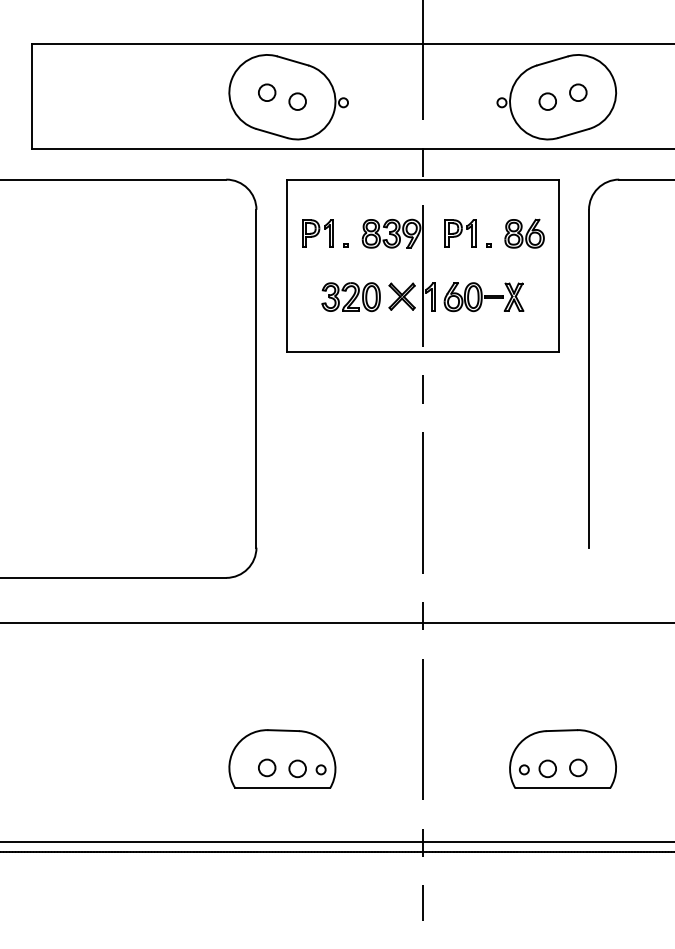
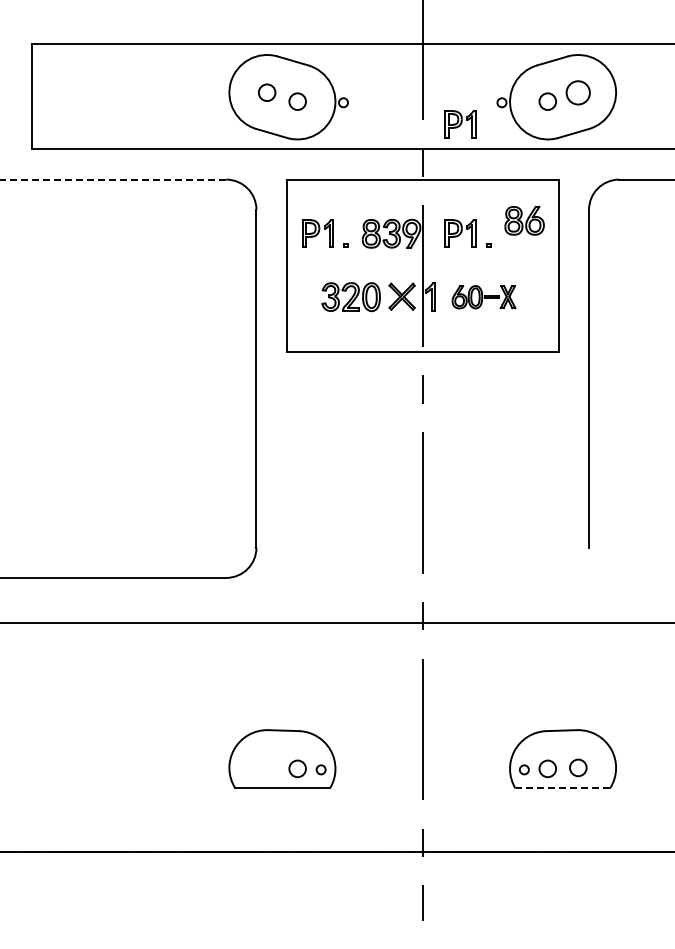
circle at (578, 92) size: 19x19 px -> 26x26 px
part at (460, 124): none -> present
line at (113, 179): solid -> dashed
part at (524, 233) position: (524, 233) -> (524, 220)
part at (483, 297) size: 82x31 px -> 66x25 px
circle at (267, 767): present -> none
line at (562, 788): solid -> dashed
line at (336, 841): present -> none
